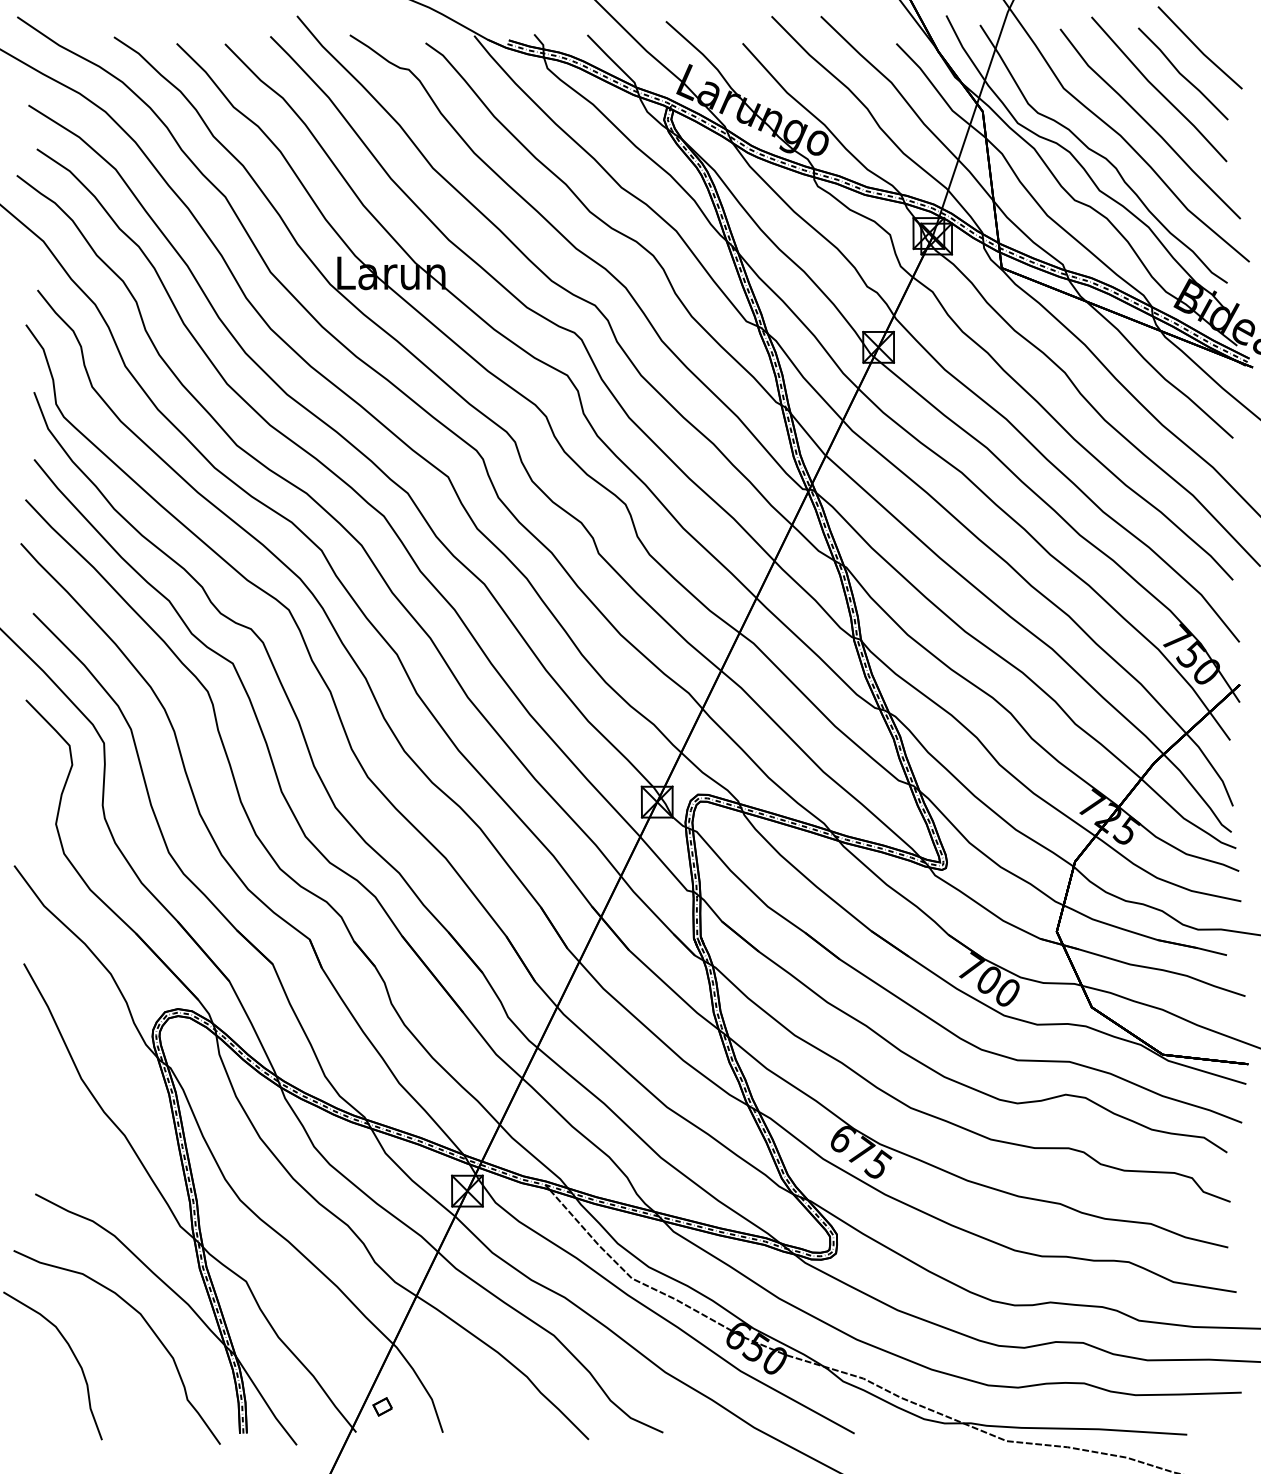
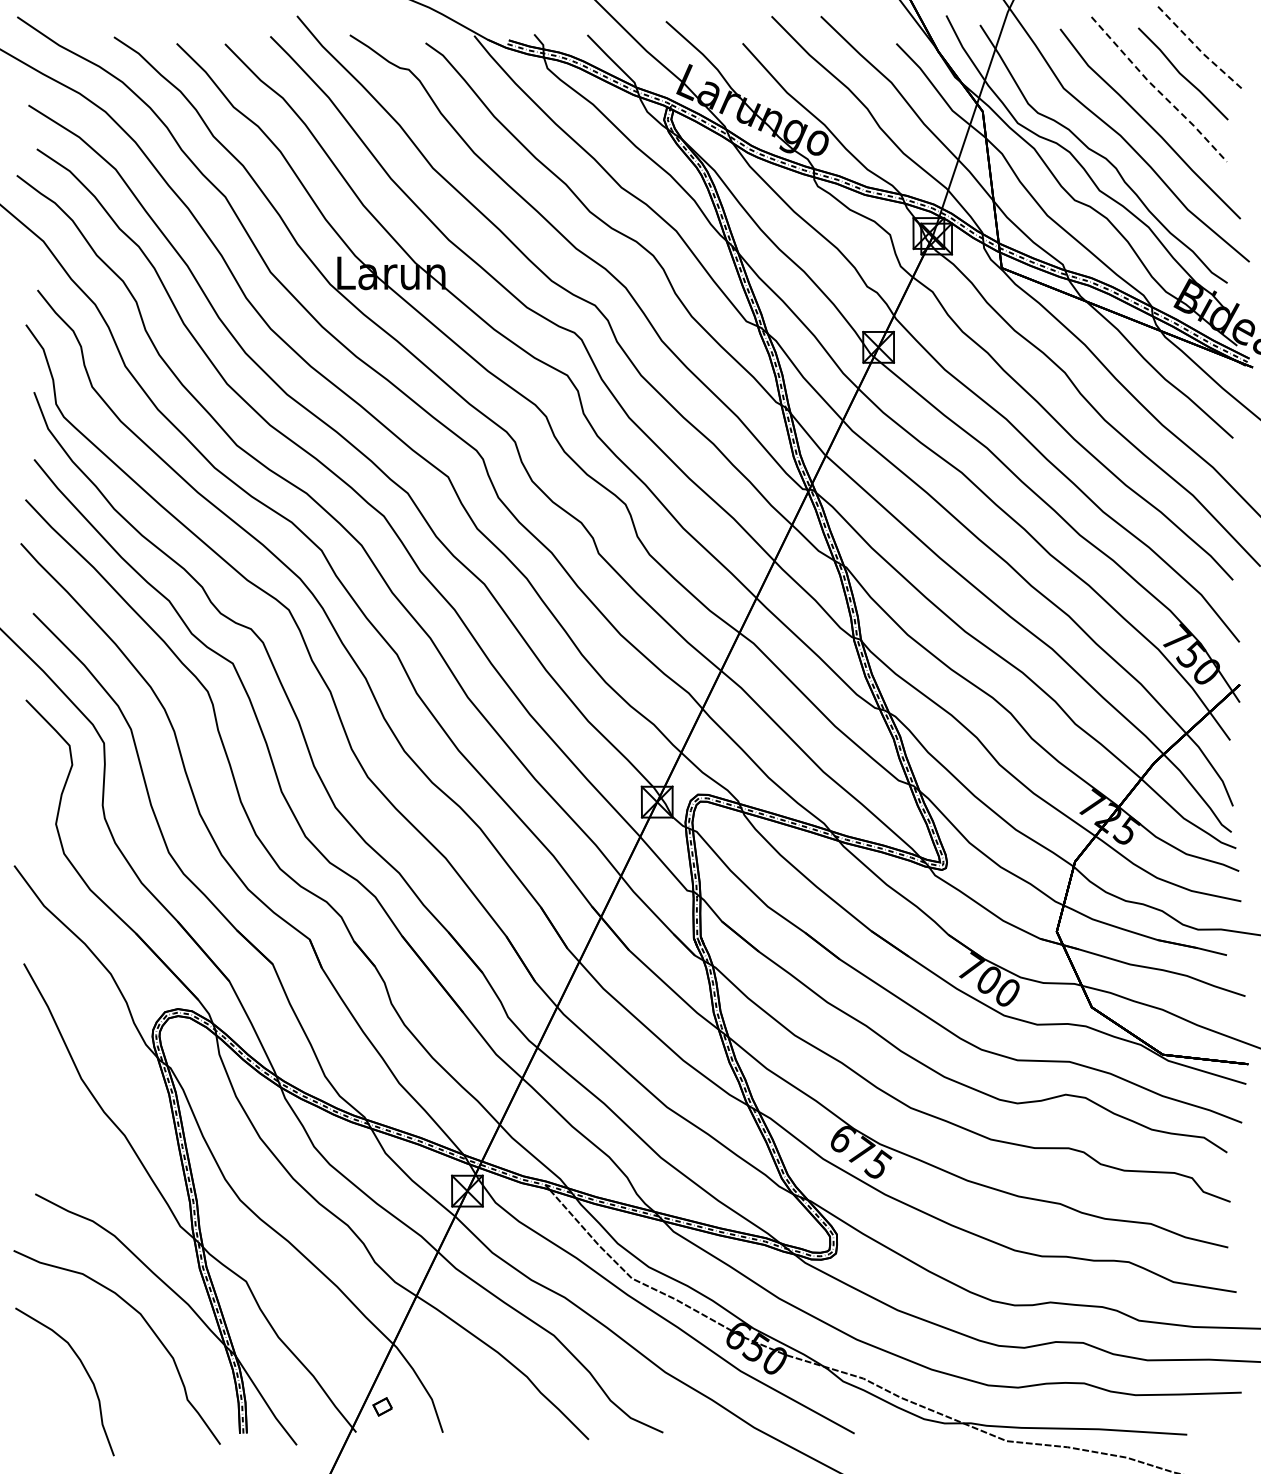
line at (1199, 49): solid -> dashed
line at (1158, 90): solid -> dashed
curve at (71, 1352) position: (71, 1352) -> (83, 1368)
